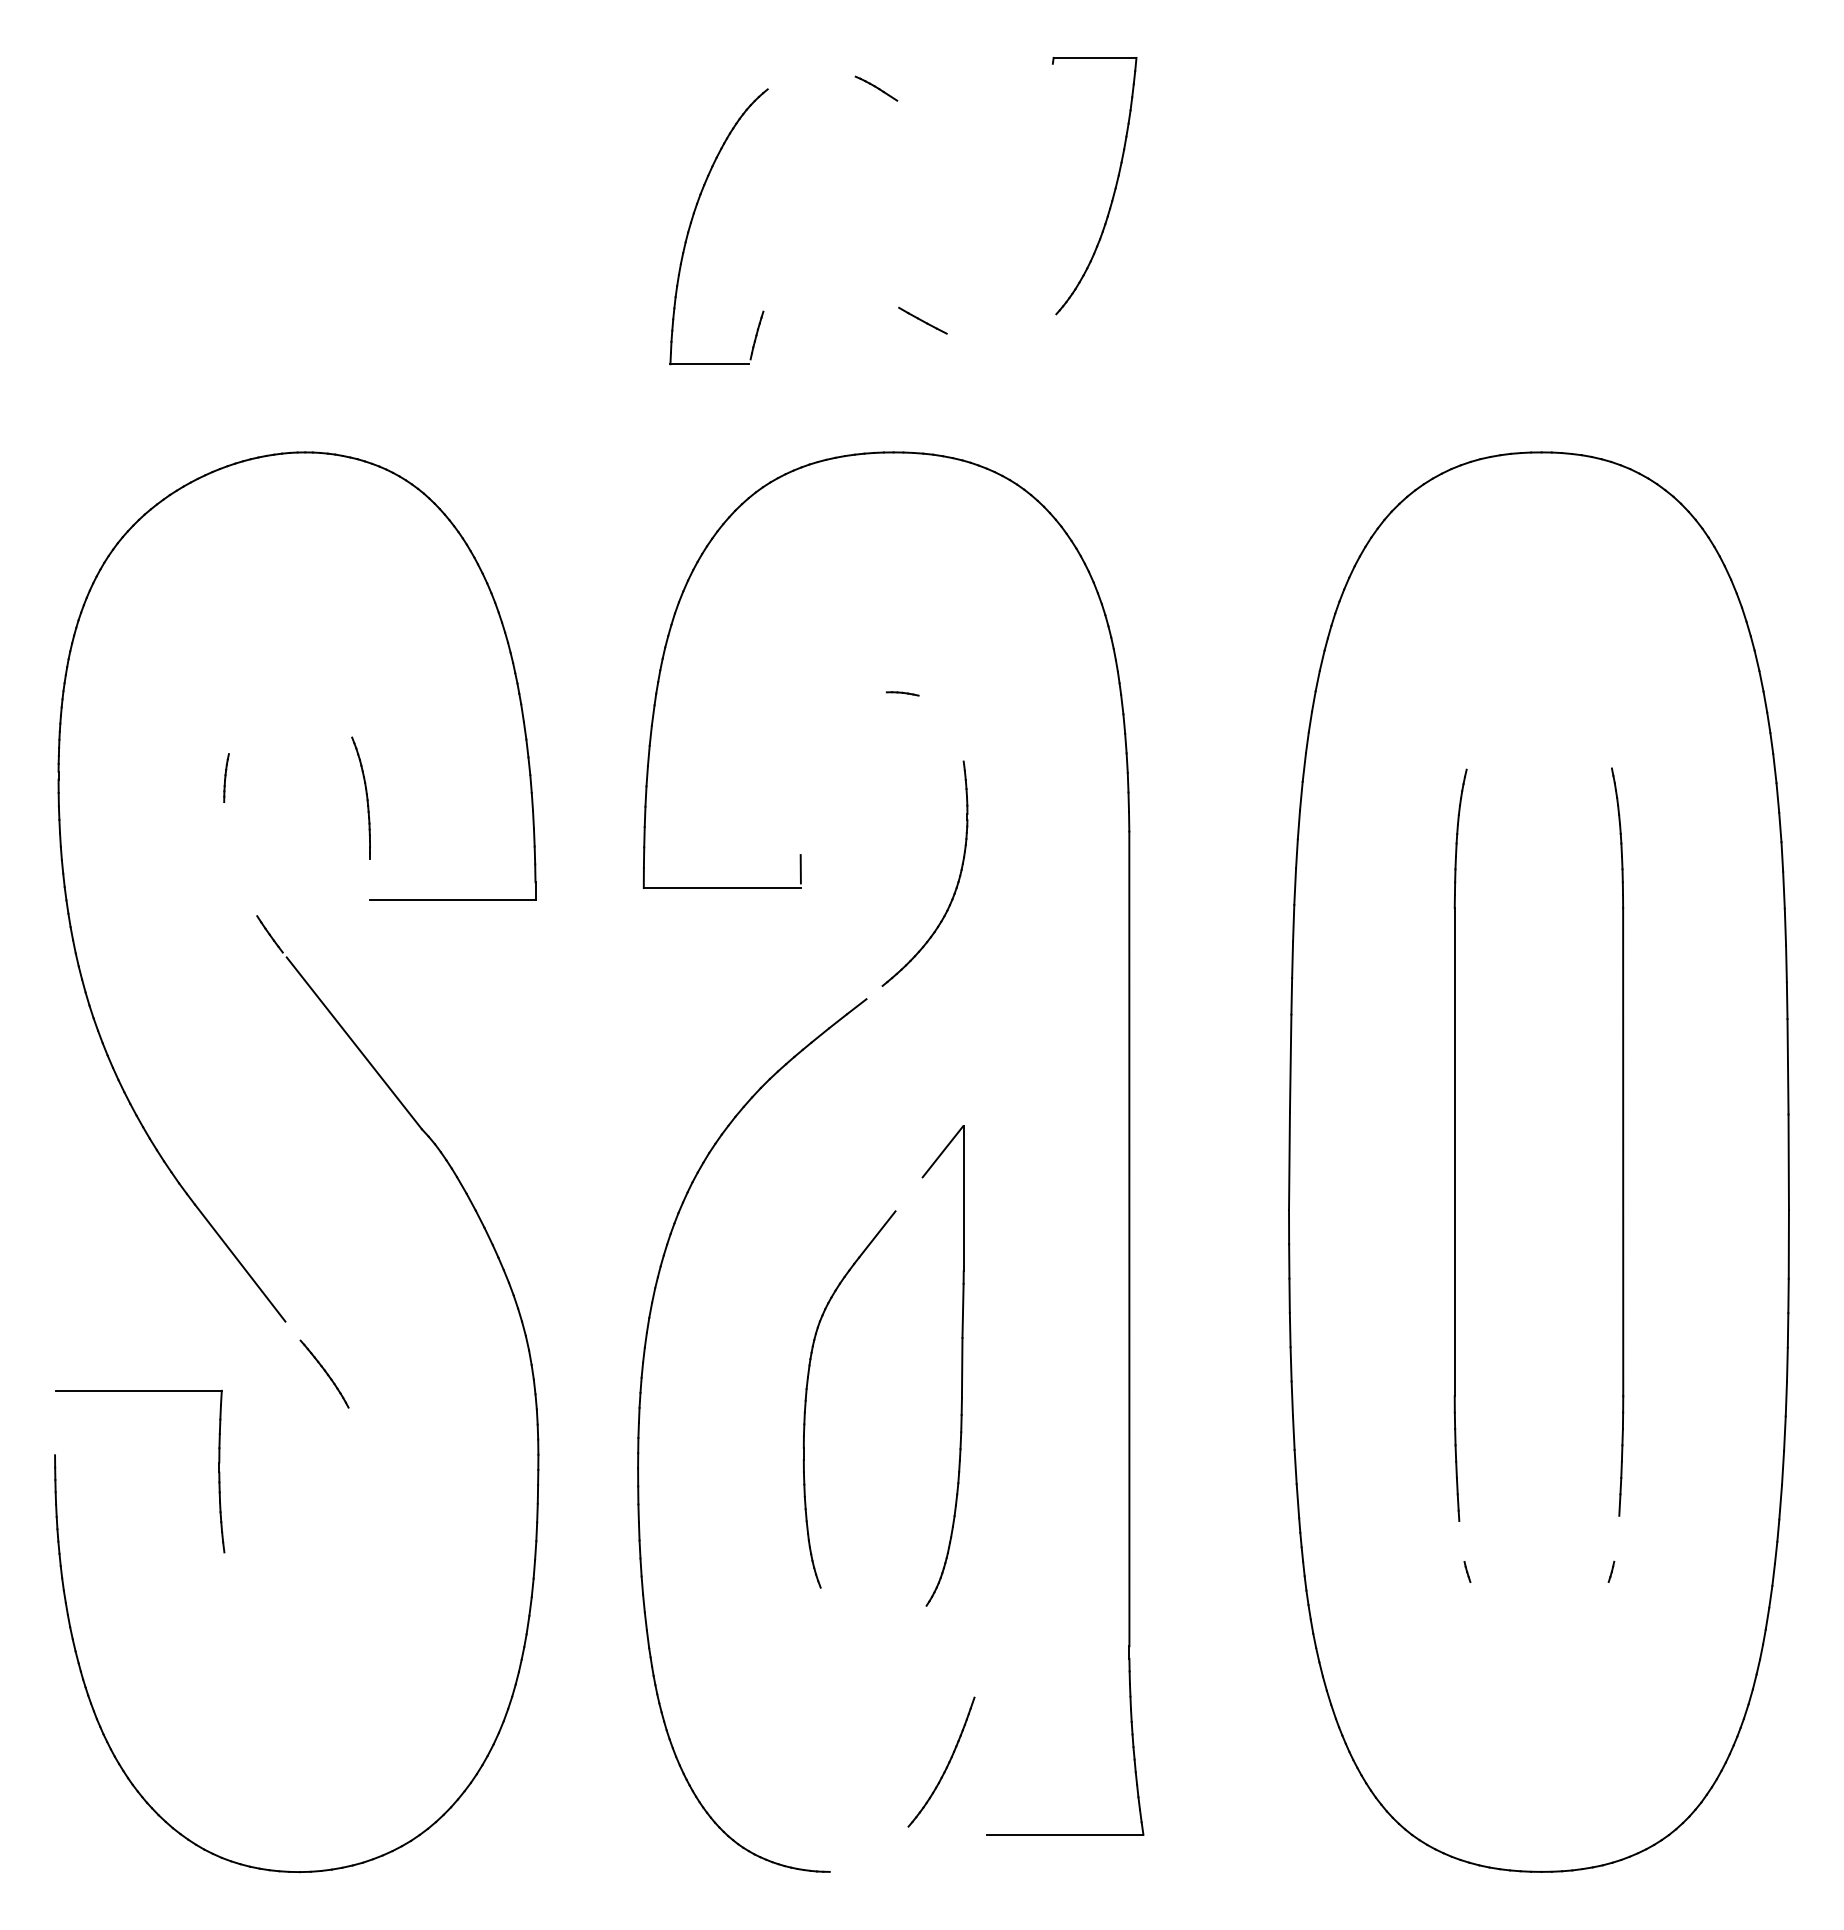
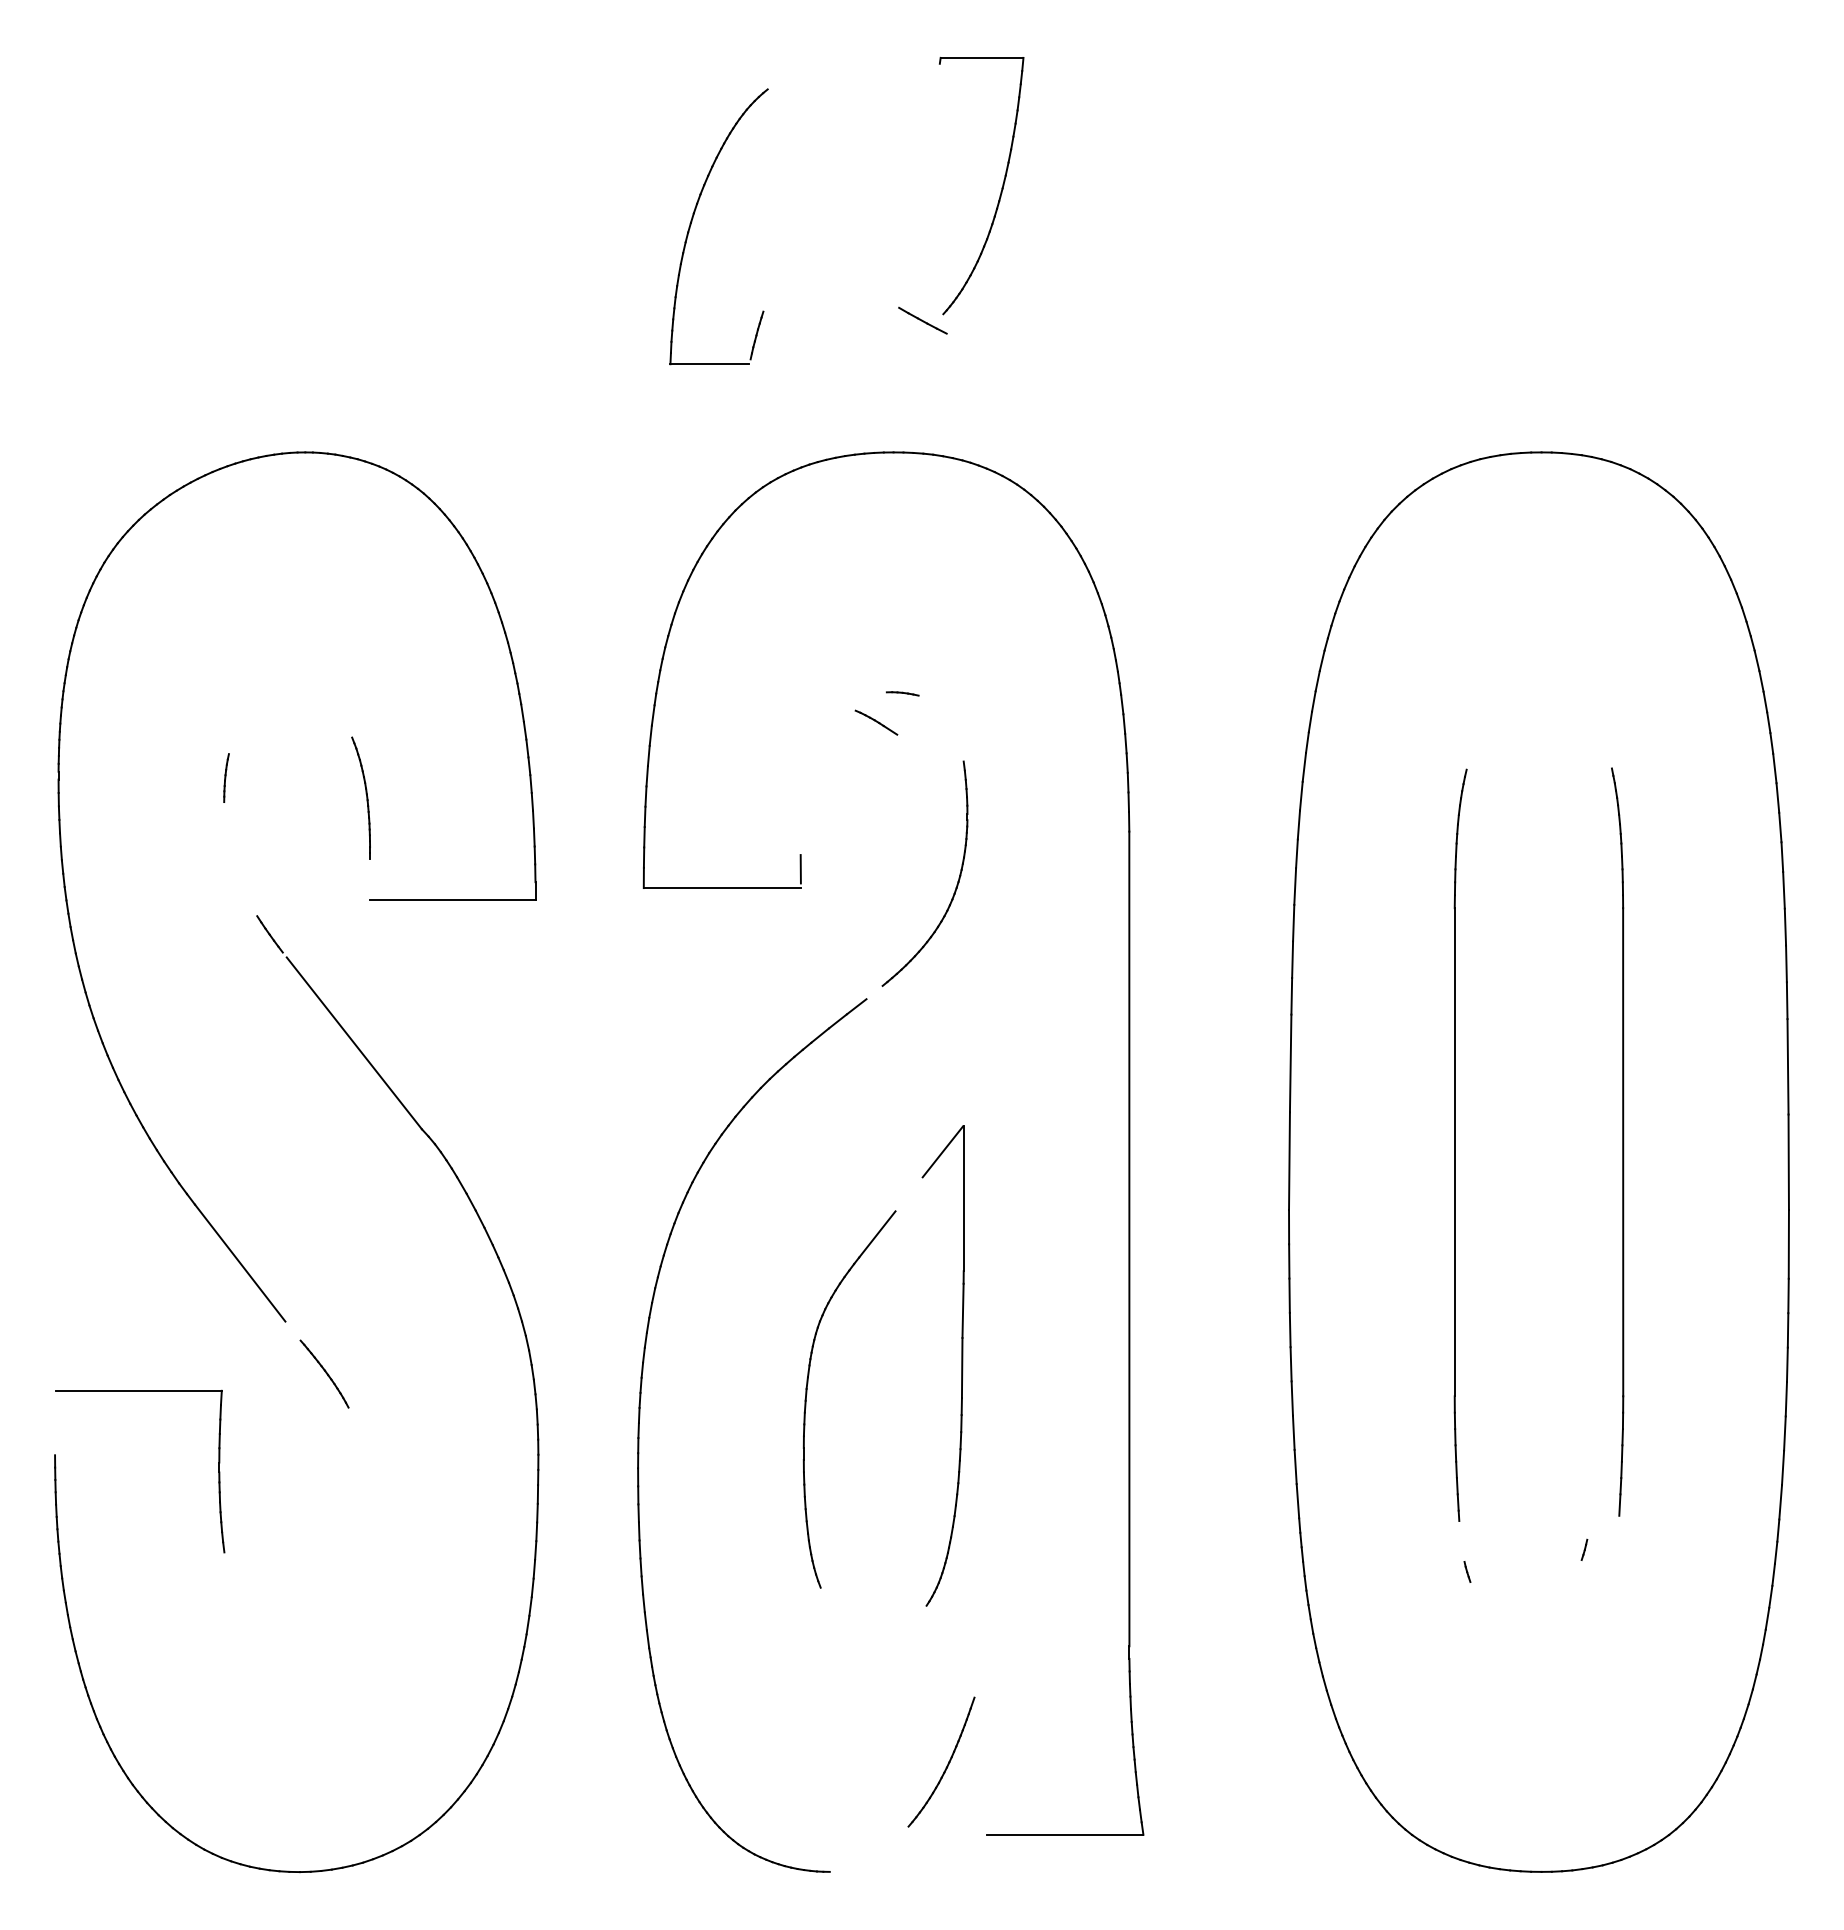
part at (876, 88) position: (876, 88) -> (876, 722)
part at (1113, 191) position: (1113, 191) -> (1000, 191)
line at (1611, 1571) position: (1611, 1571) -> (1584, 1549)
